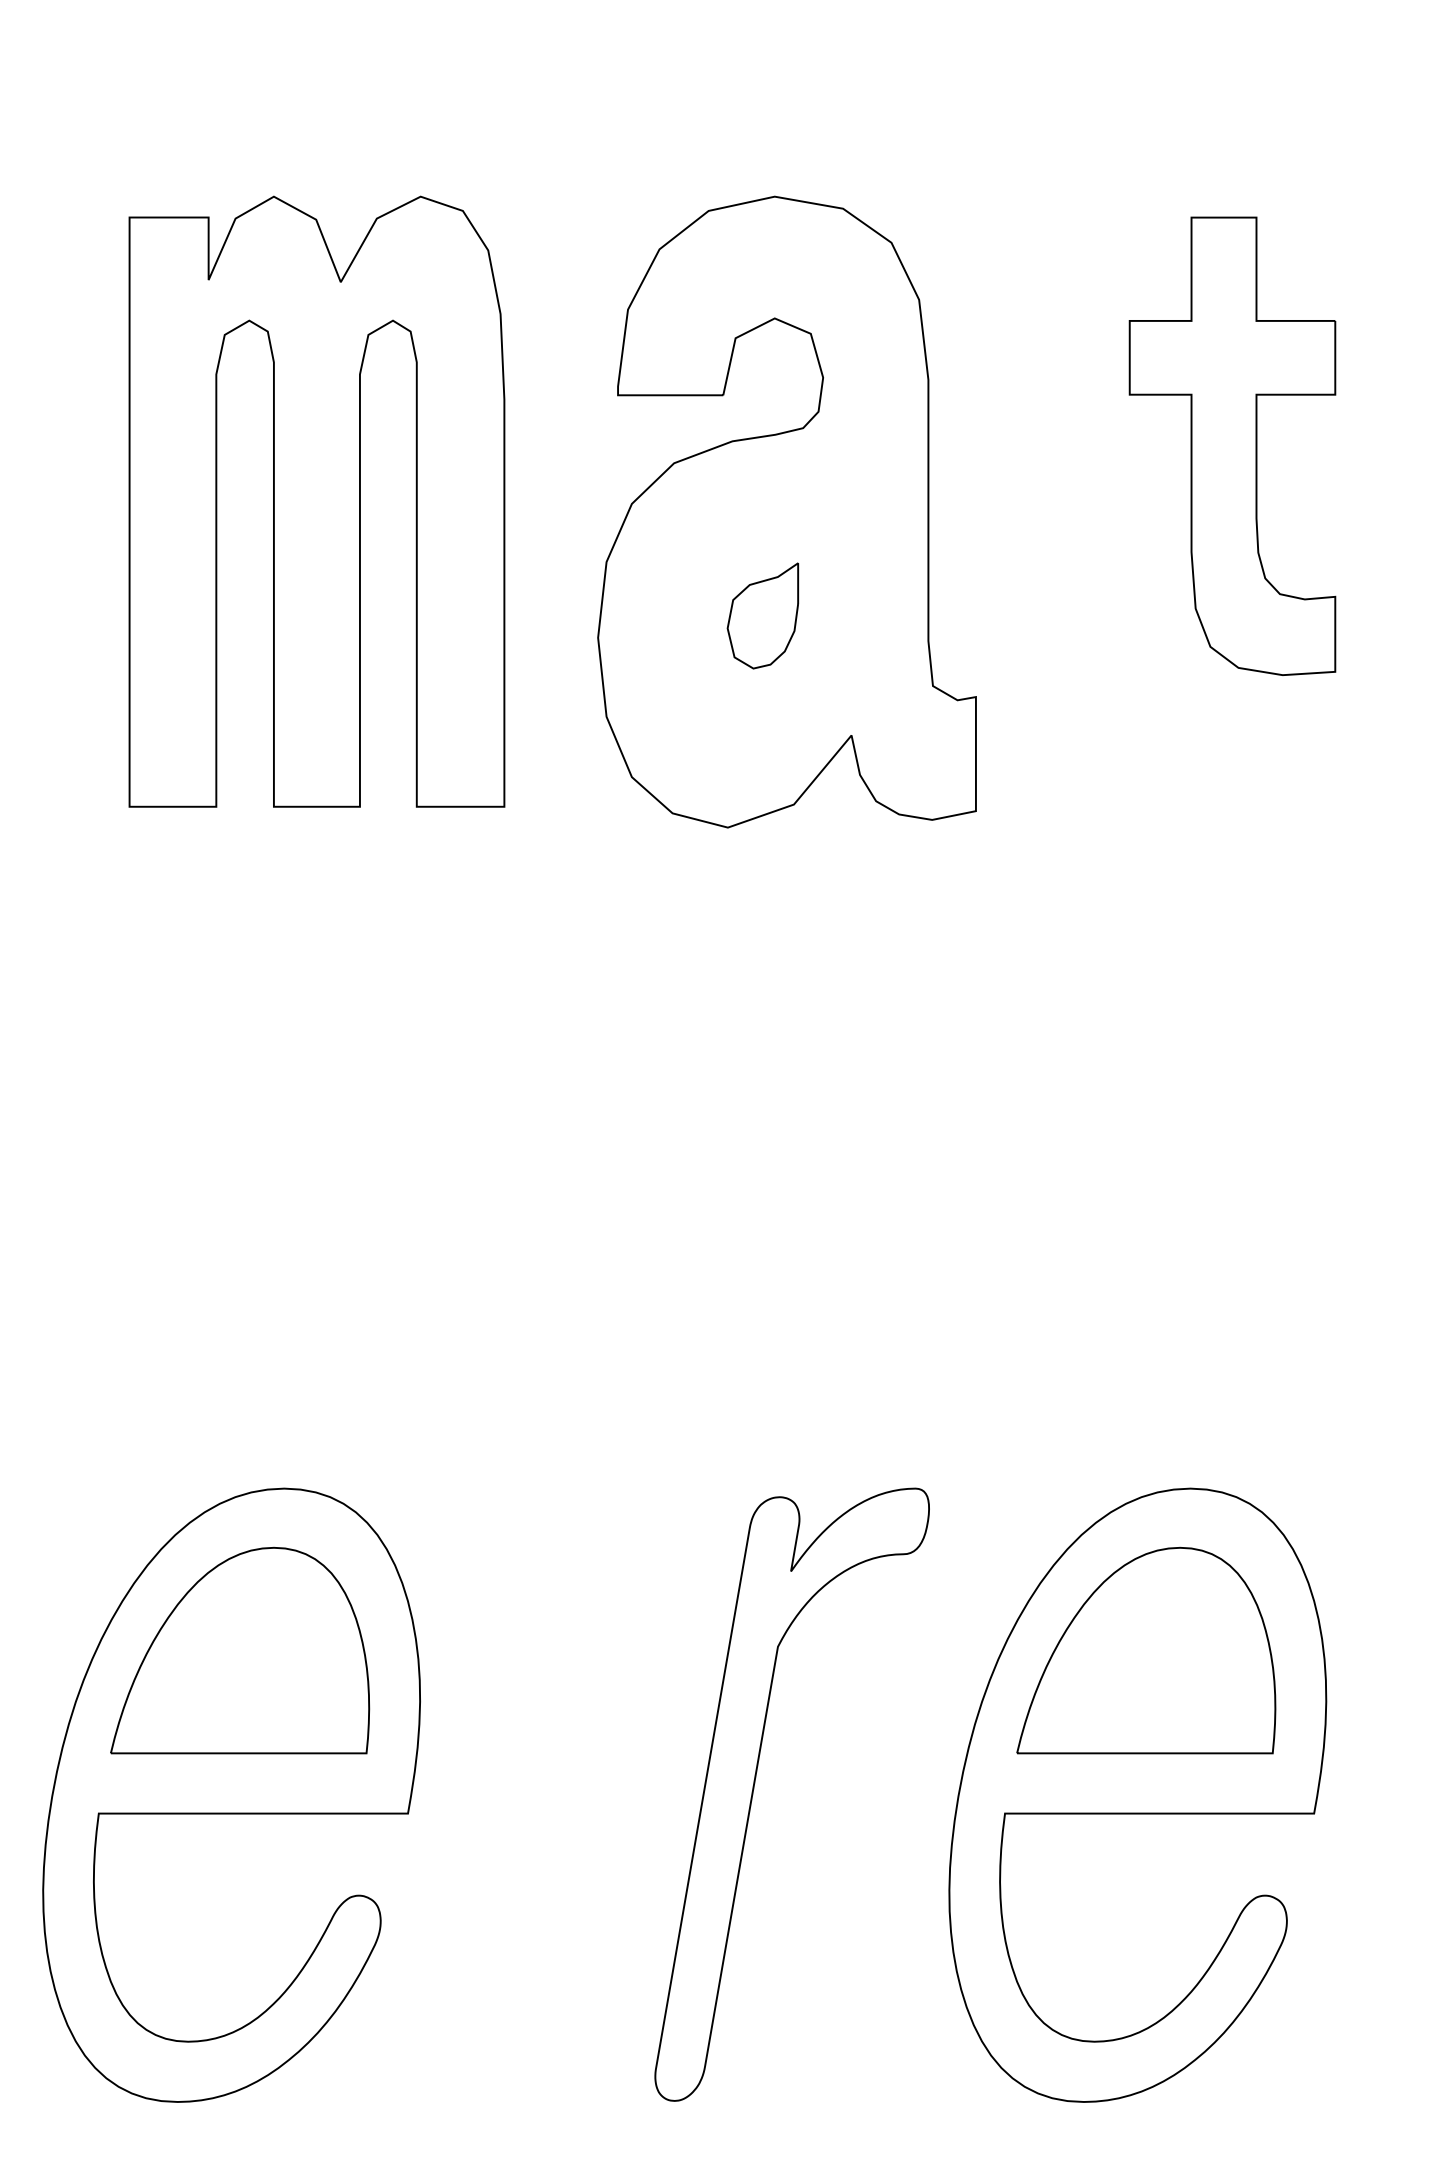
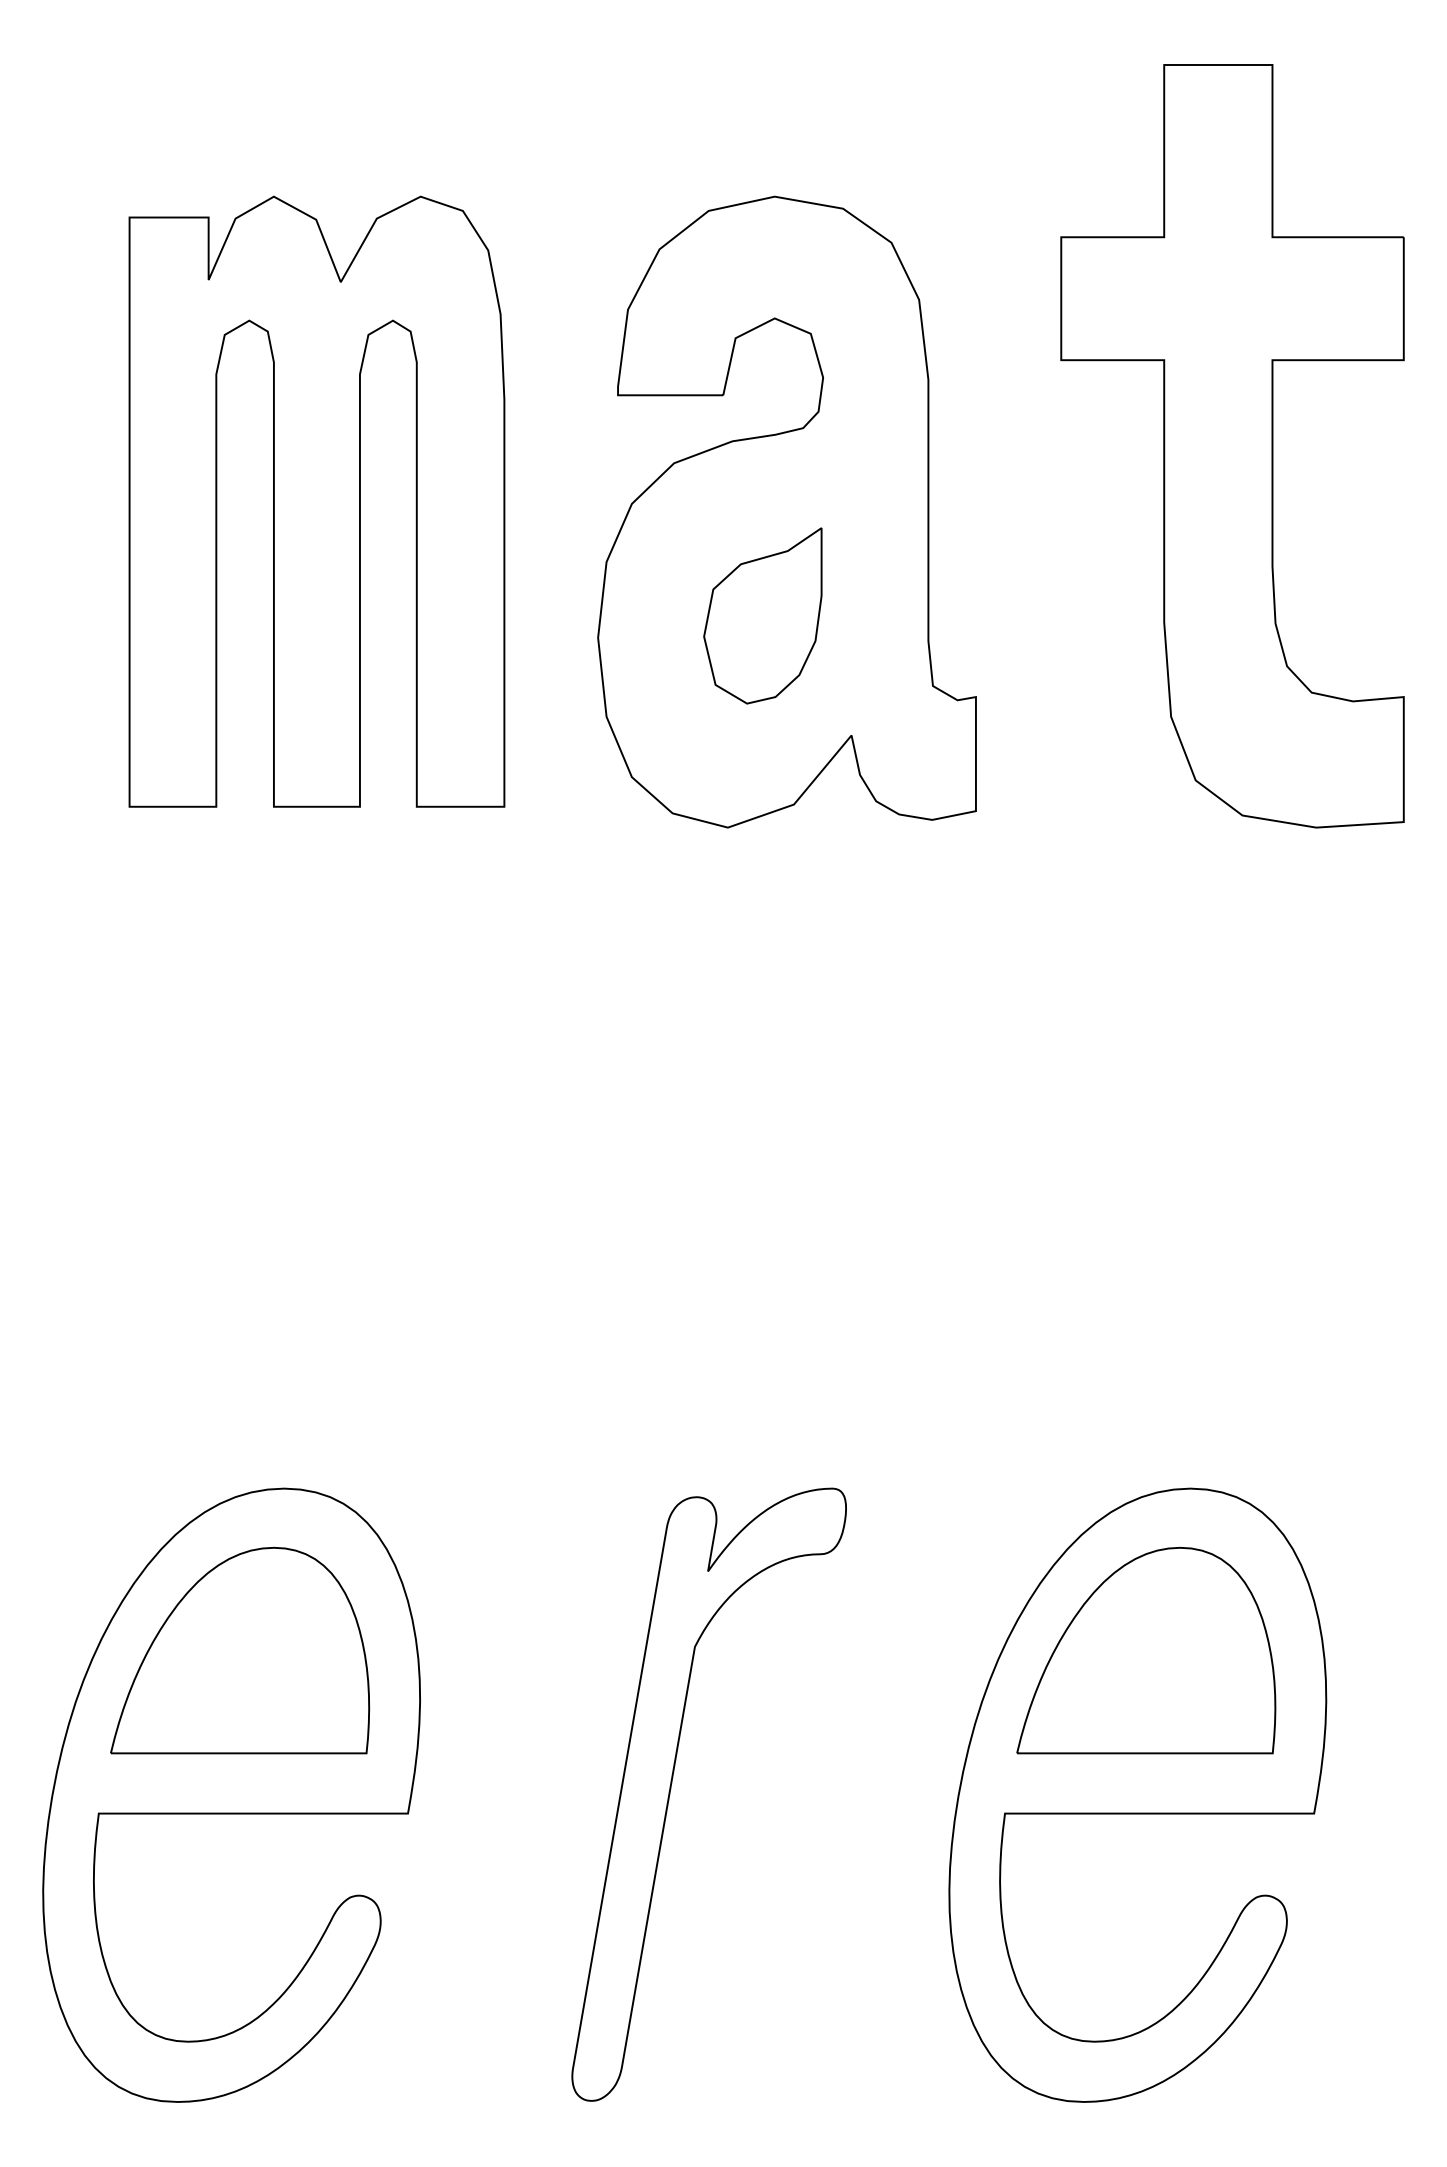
part at (1232, 445) size: 209x460 px -> 345x765 px
part at (762, 615) size: 74x108 px -> 120x178 px
part at (754, 1789) position: (754, 1789) -> (671, 1789)
